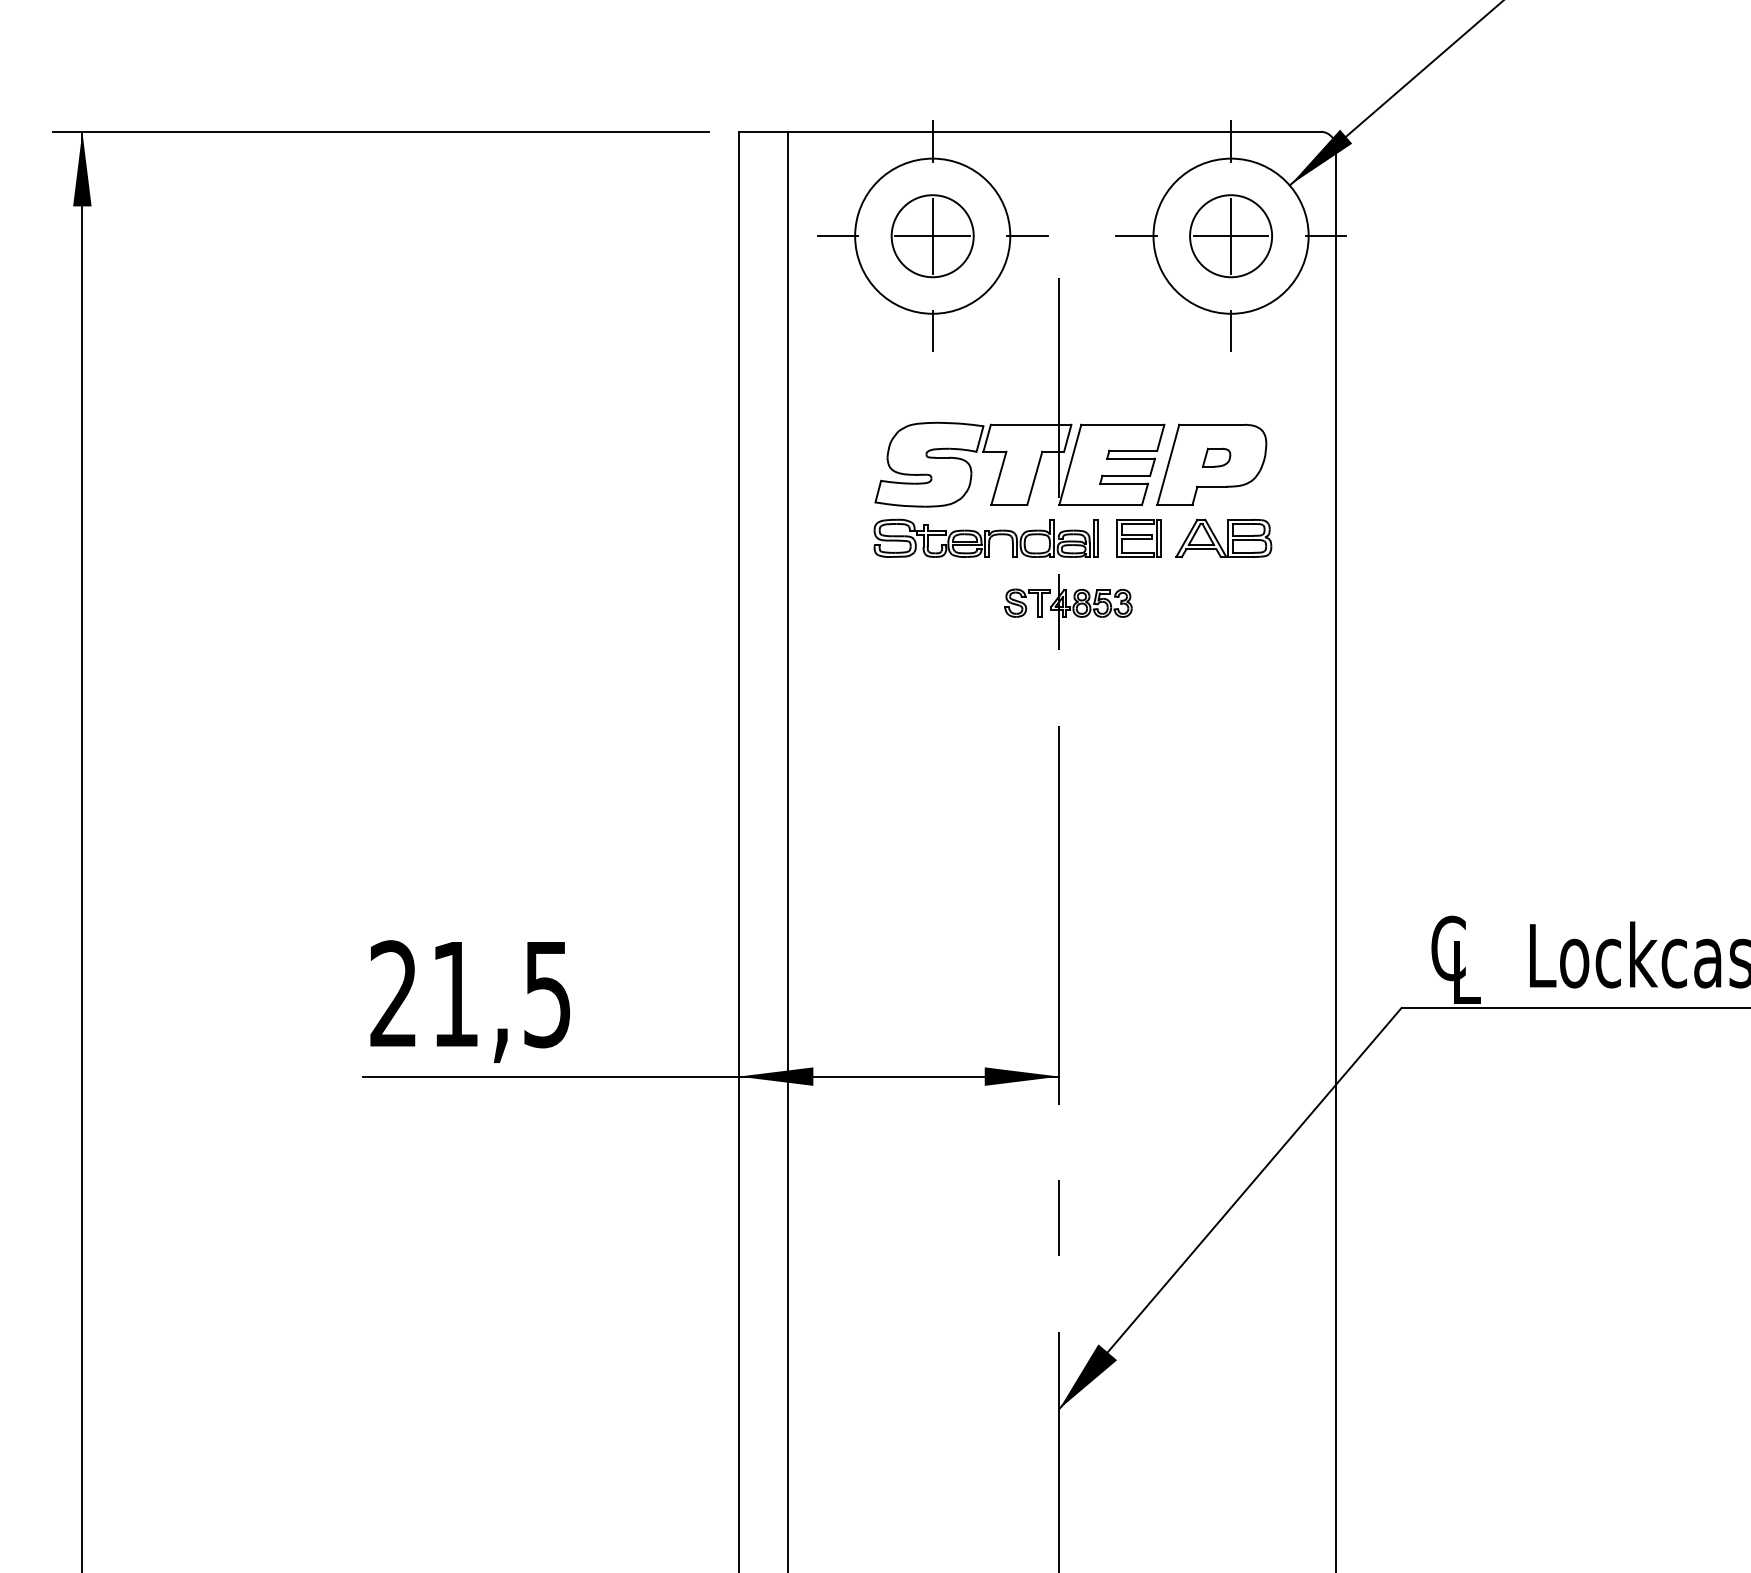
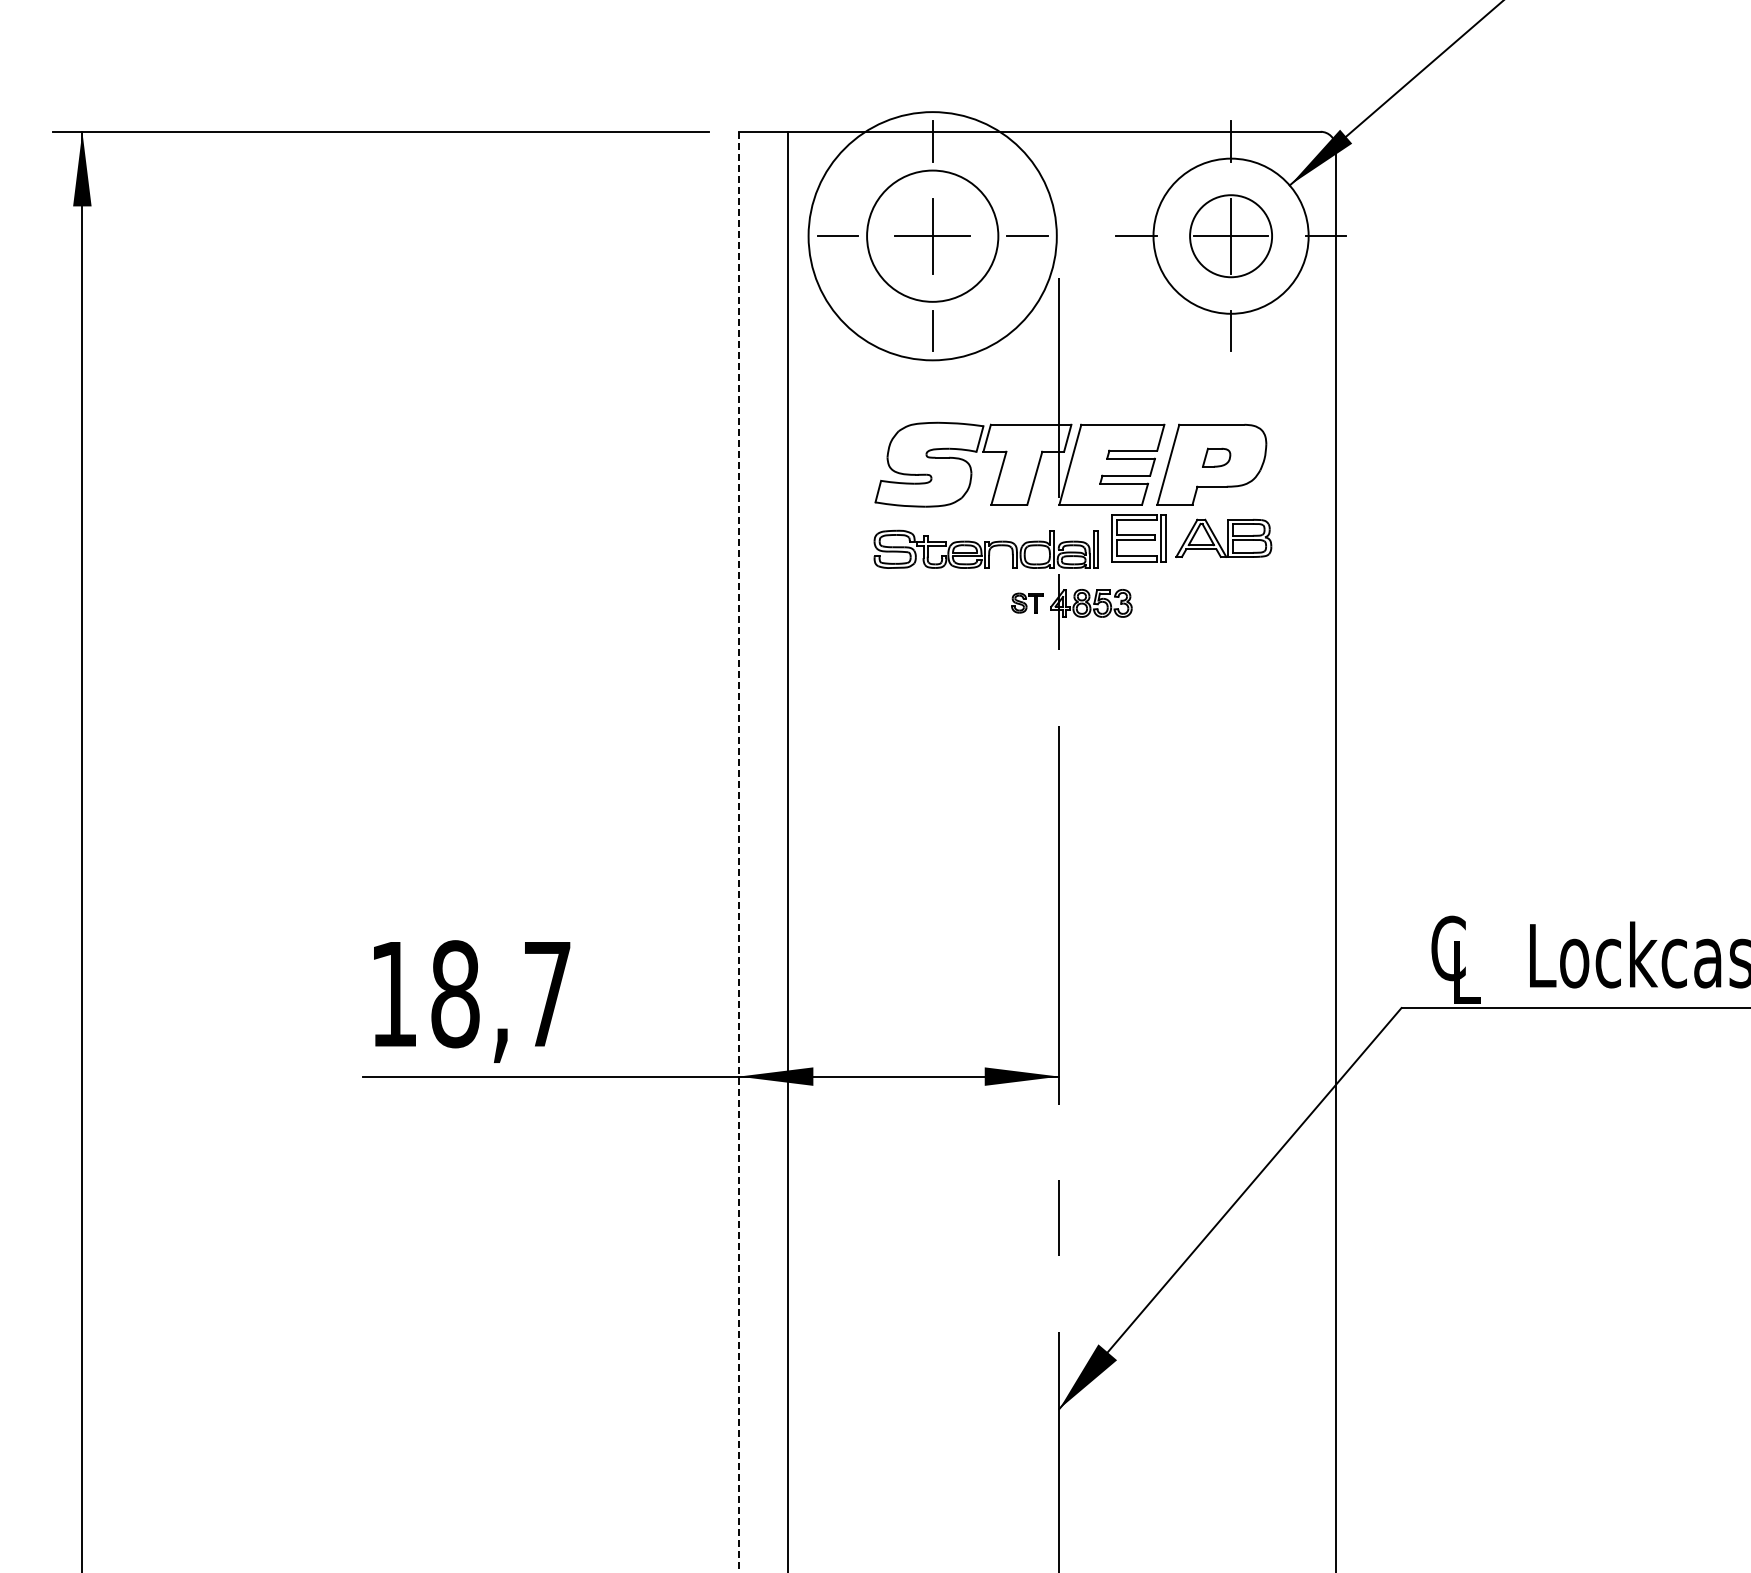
circle at (932, 235) diameter: 155 px -> 248 px
circle at (932, 236) diameter: 82 px -> 131 px
part at (985, 537) position: (985, 537) -> (985, 548)
part at (1138, 538) size: 46x39 px -> 56x49 px
part at (1027, 602) size: 47x30 px -> 33x22 px
line at (738, 852): solid -> dashed
text at (470, 994): 21,5 -> 18,7
